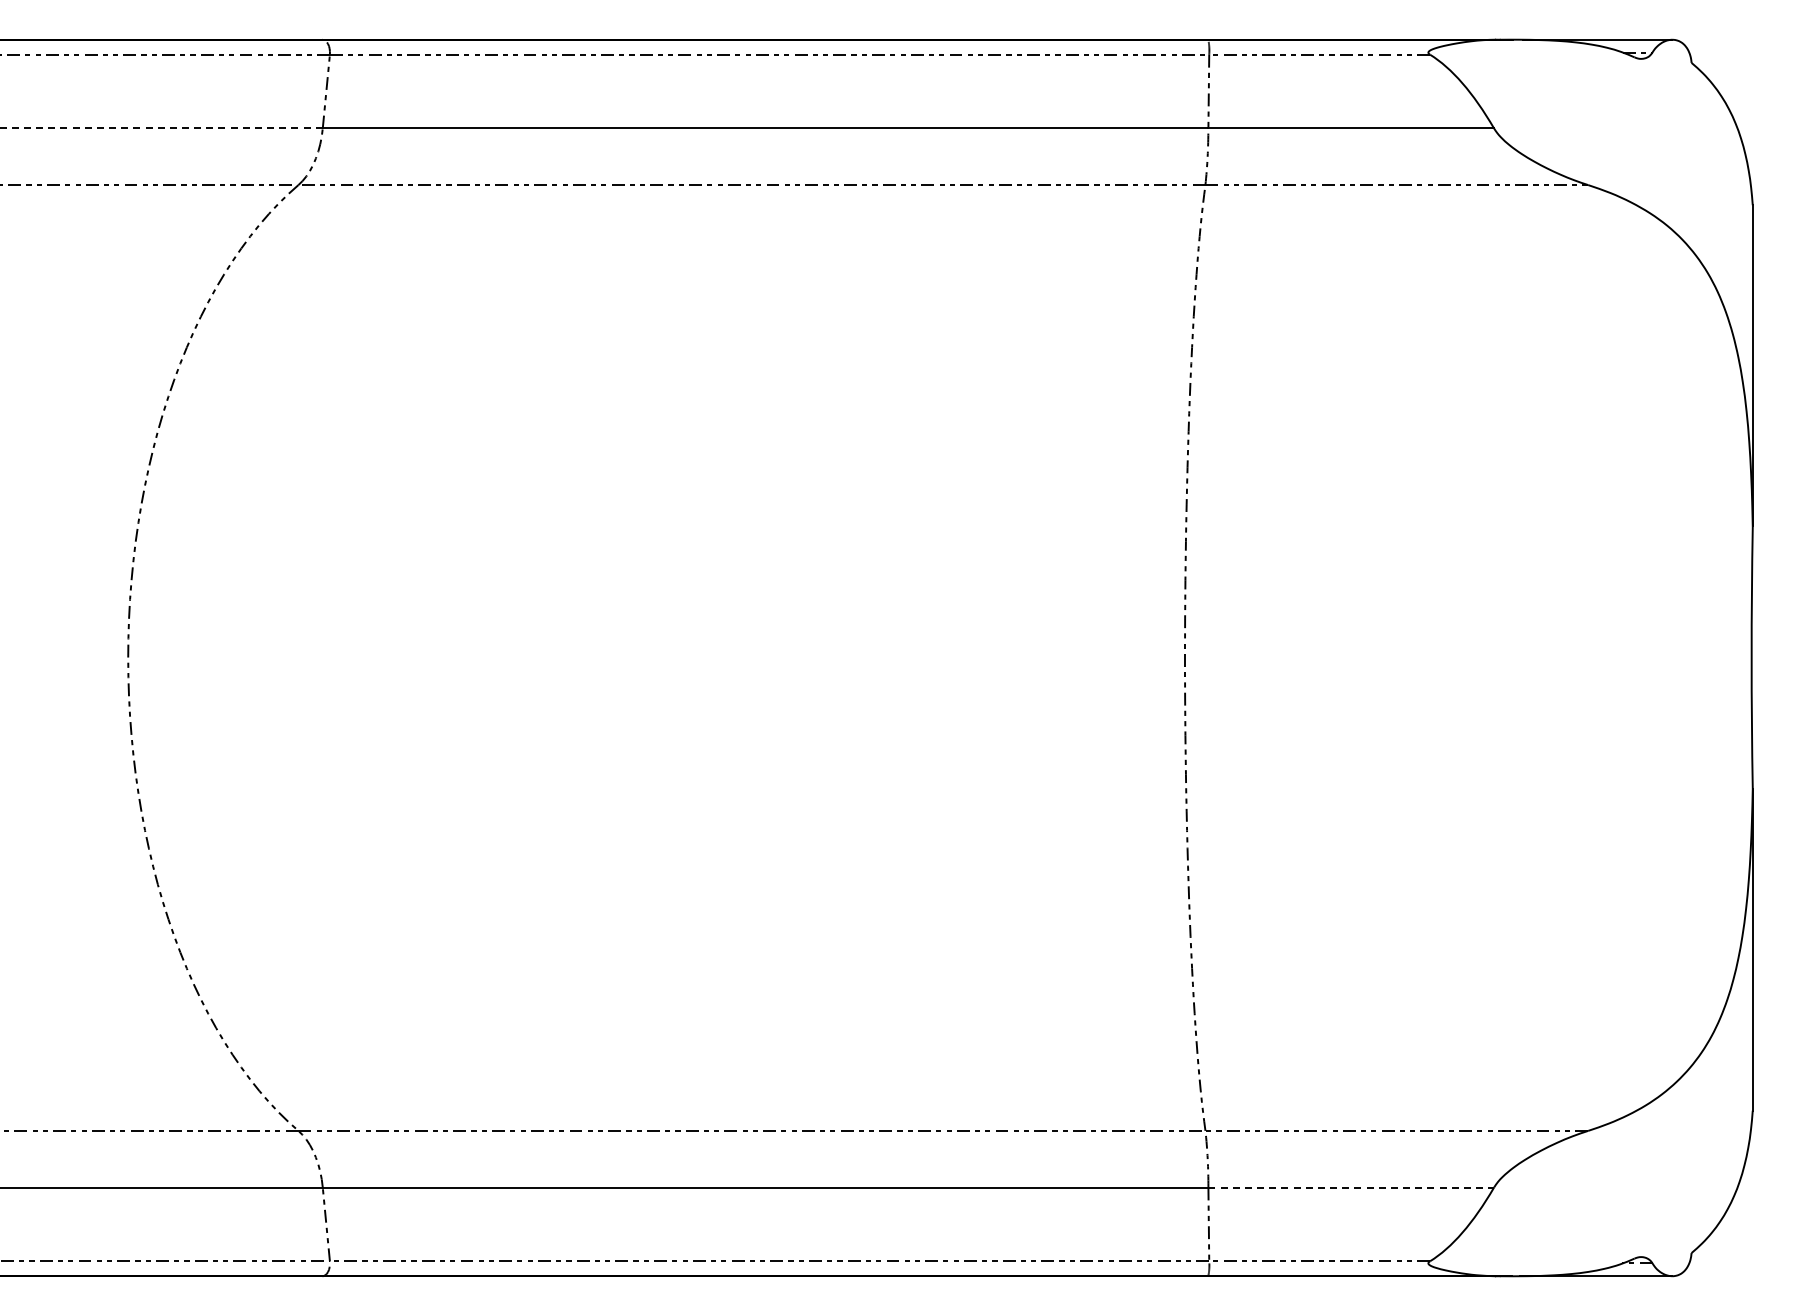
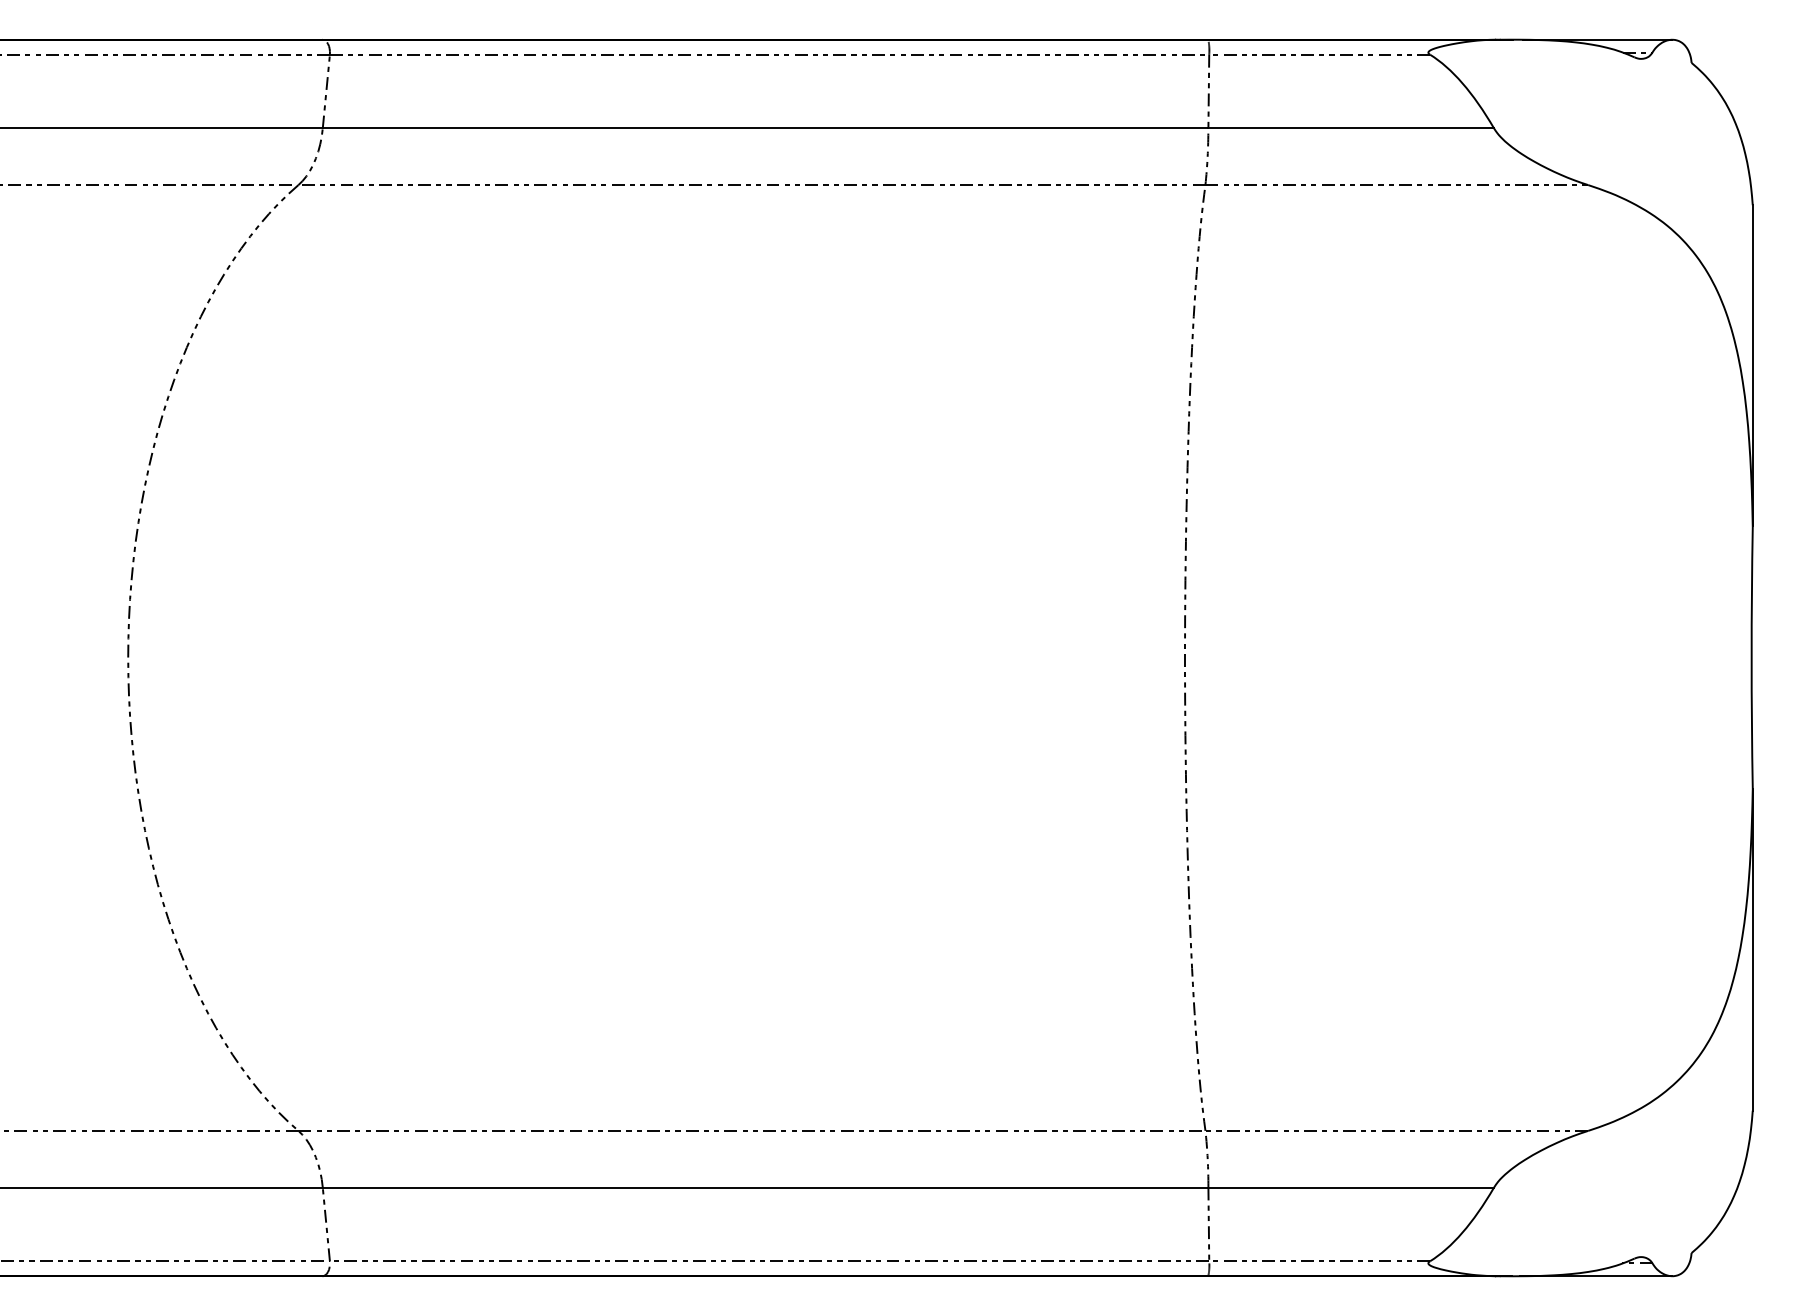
line at (160, 128): dashed -> solid
line at (1351, 1187): dashed -> solid
